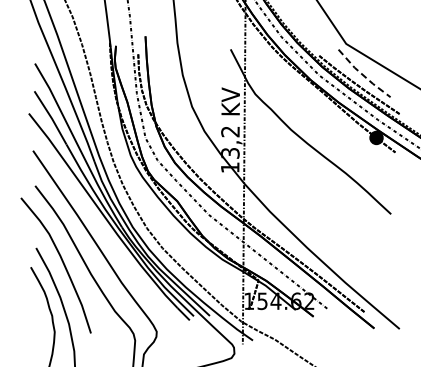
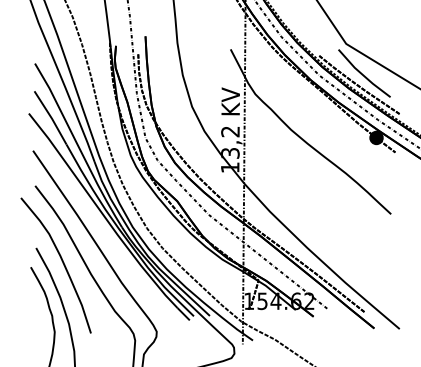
line at (363, 75): dashed -> solid
